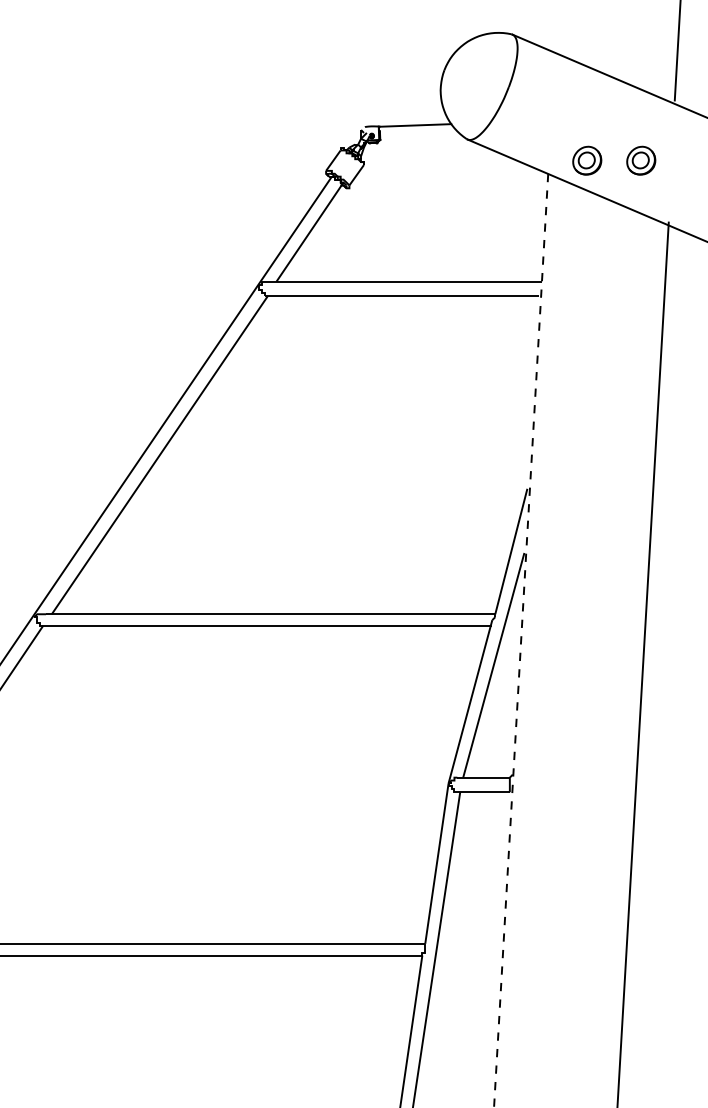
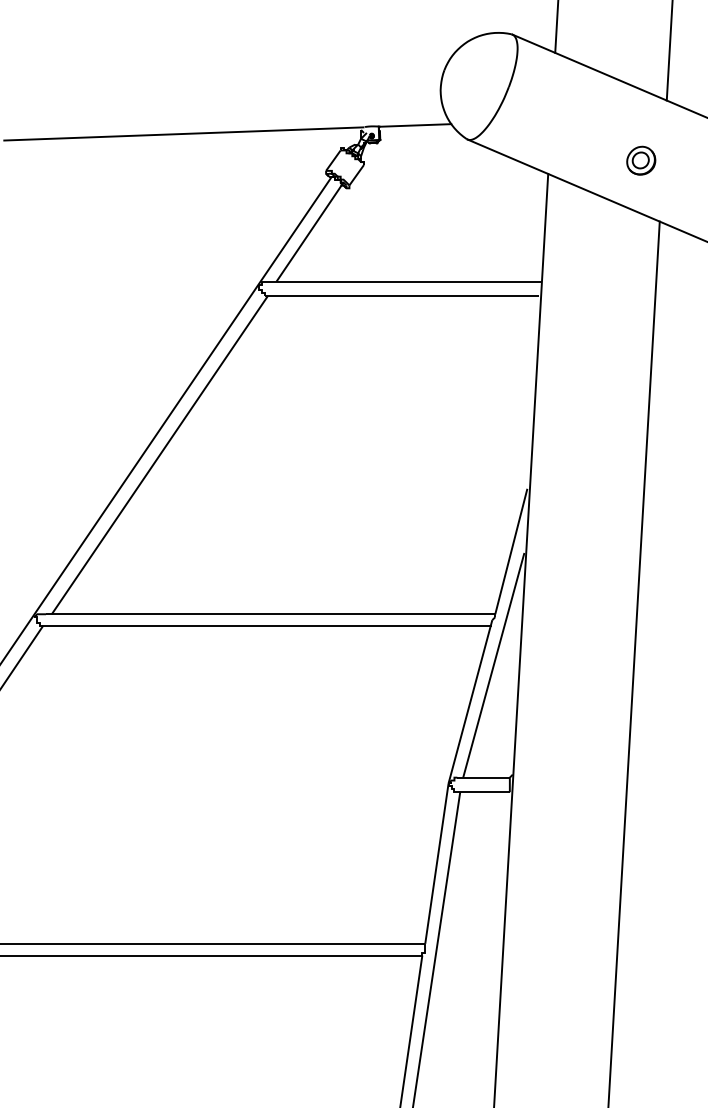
line at (556, 27): none -> present
line at (677, 51) position: (677, 51) -> (669, 51)
line at (183, 133): none -> present
part at (587, 160): present -> none
line at (521, 641): dashed -> solid
line at (642, 663) position: (642, 663) -> (633, 662)
